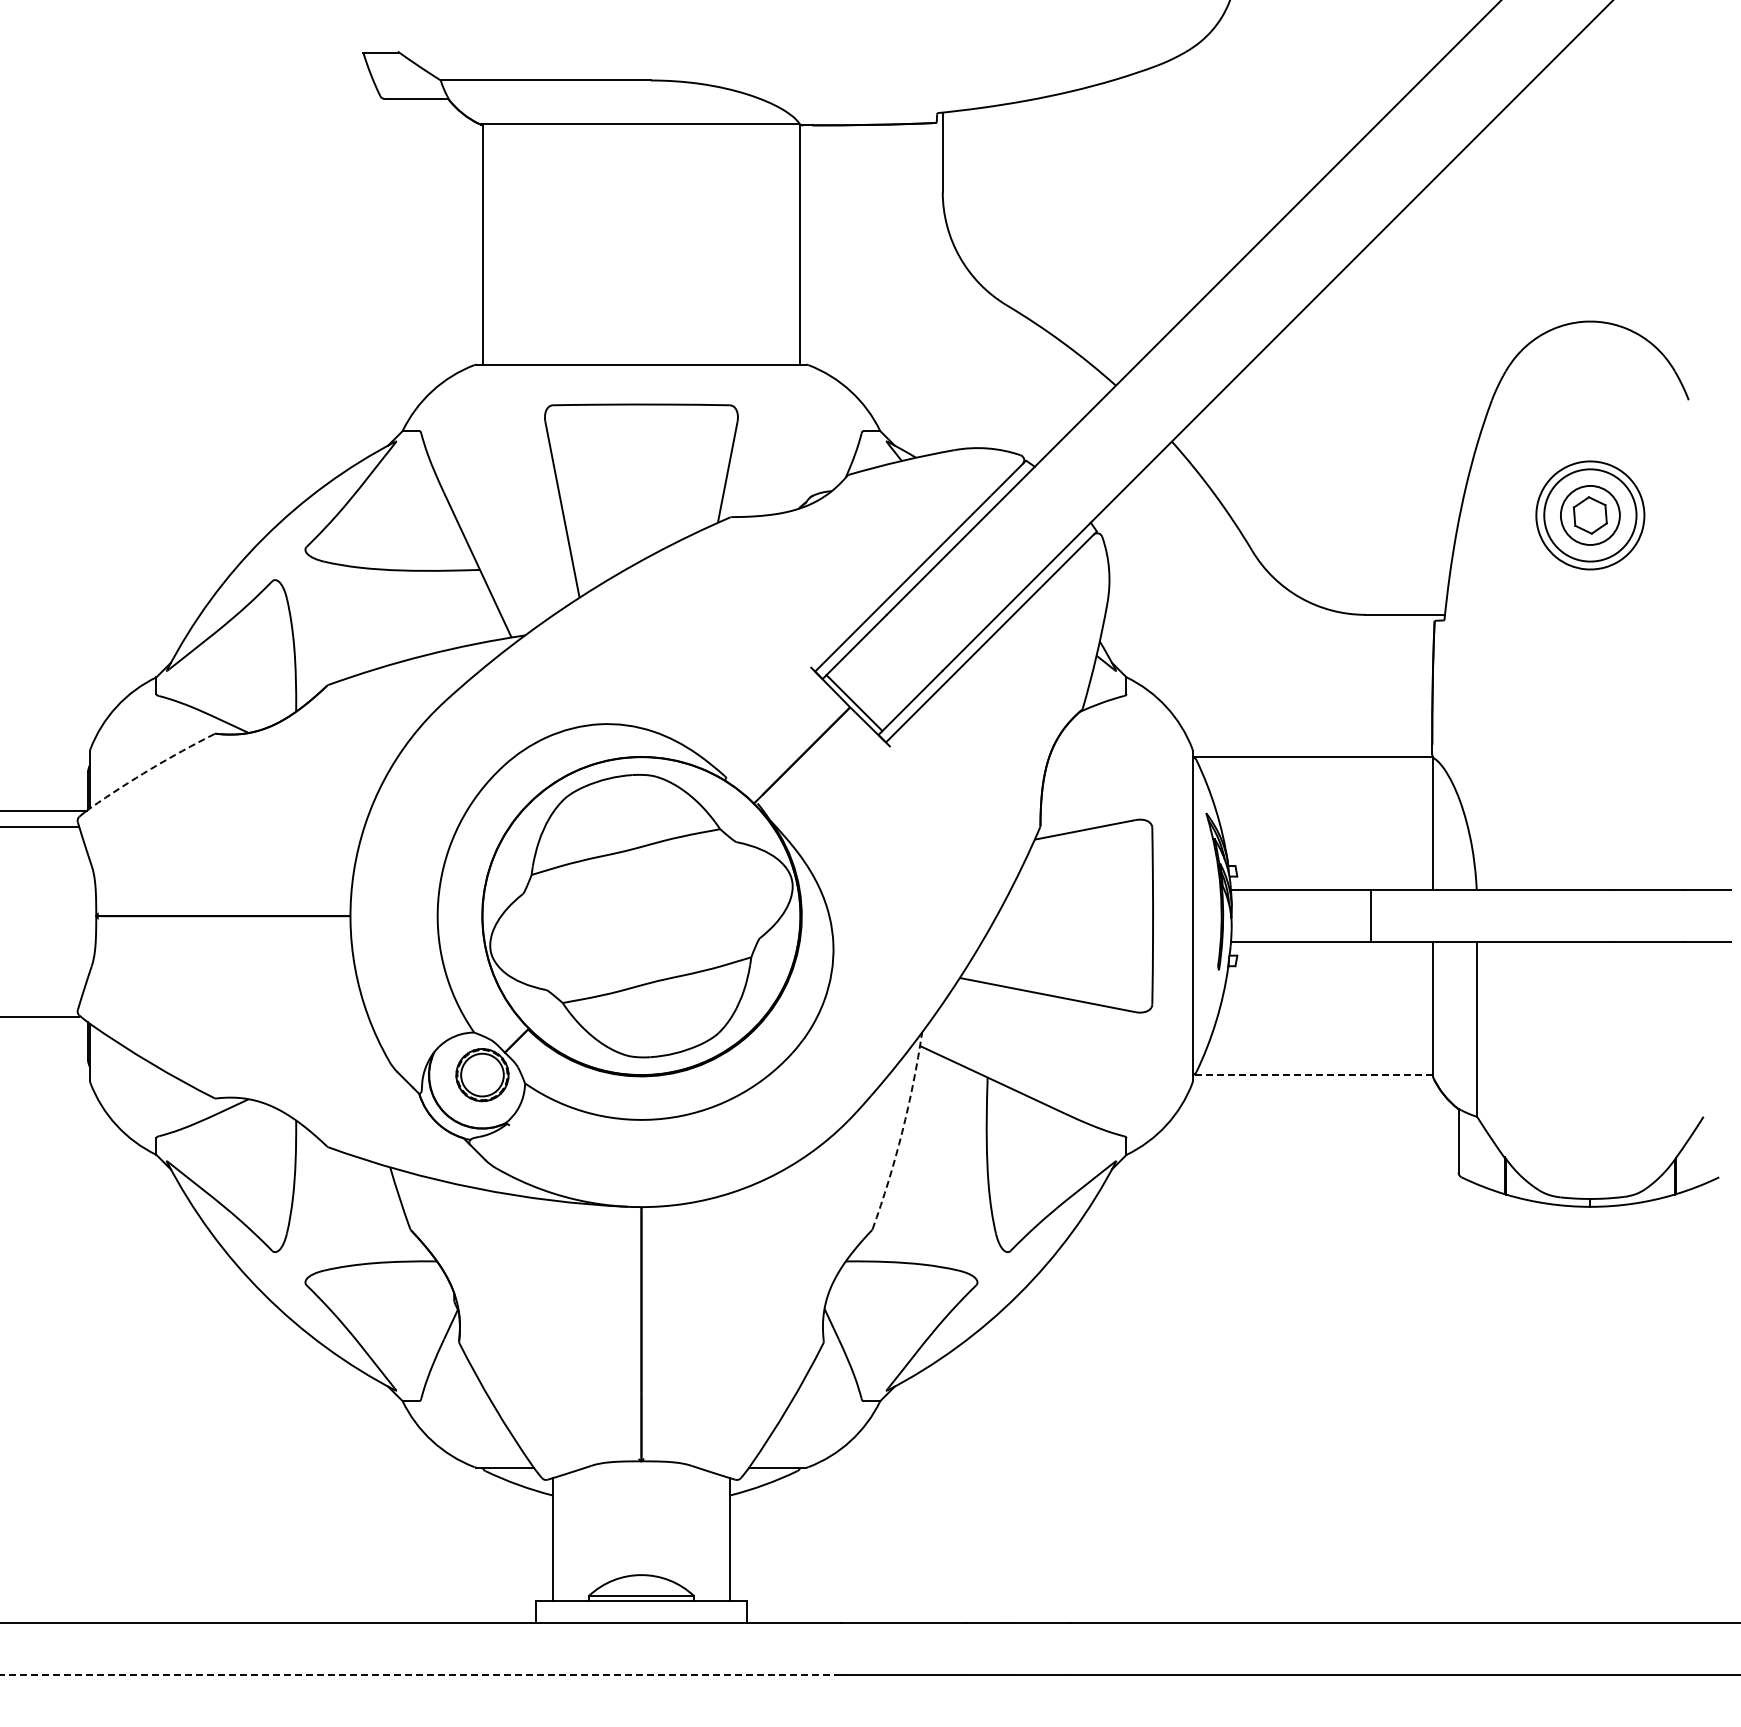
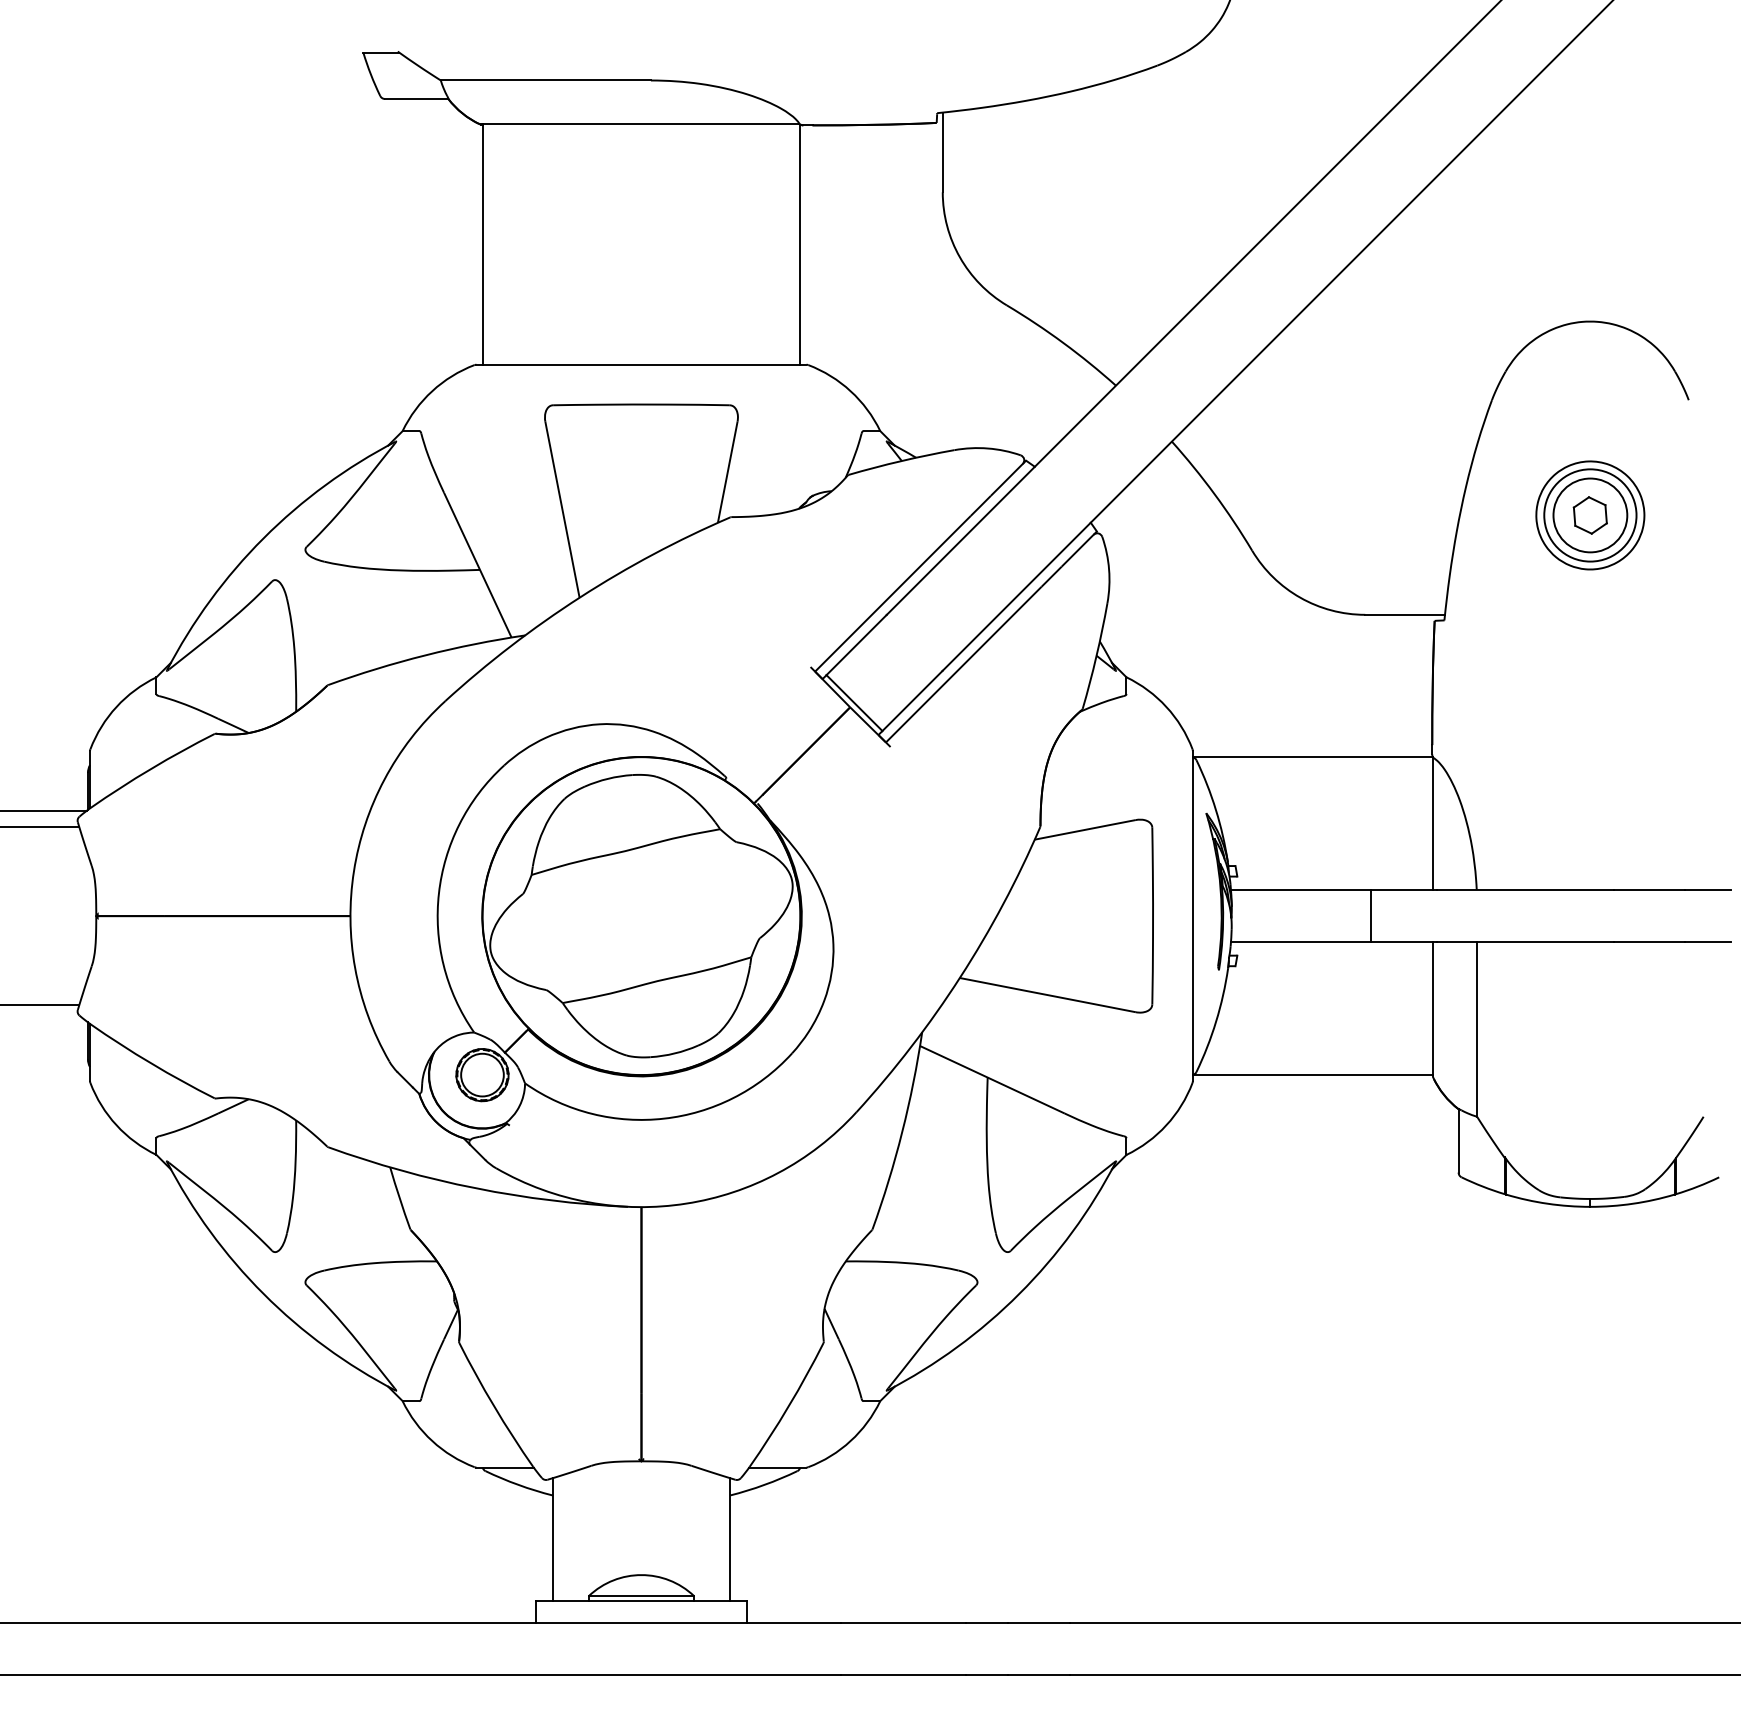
circle at (1589, 514) diameter: 59 px -> 74 px
arc at (151, 768): dashed -> solid
line at (40, 1016) position: (40, 1016) -> (40, 1004)
line at (1312, 1075): dashed -> solid
arc at (902, 1132): dashed -> solid
line at (419, 1675): dashed -> solid
